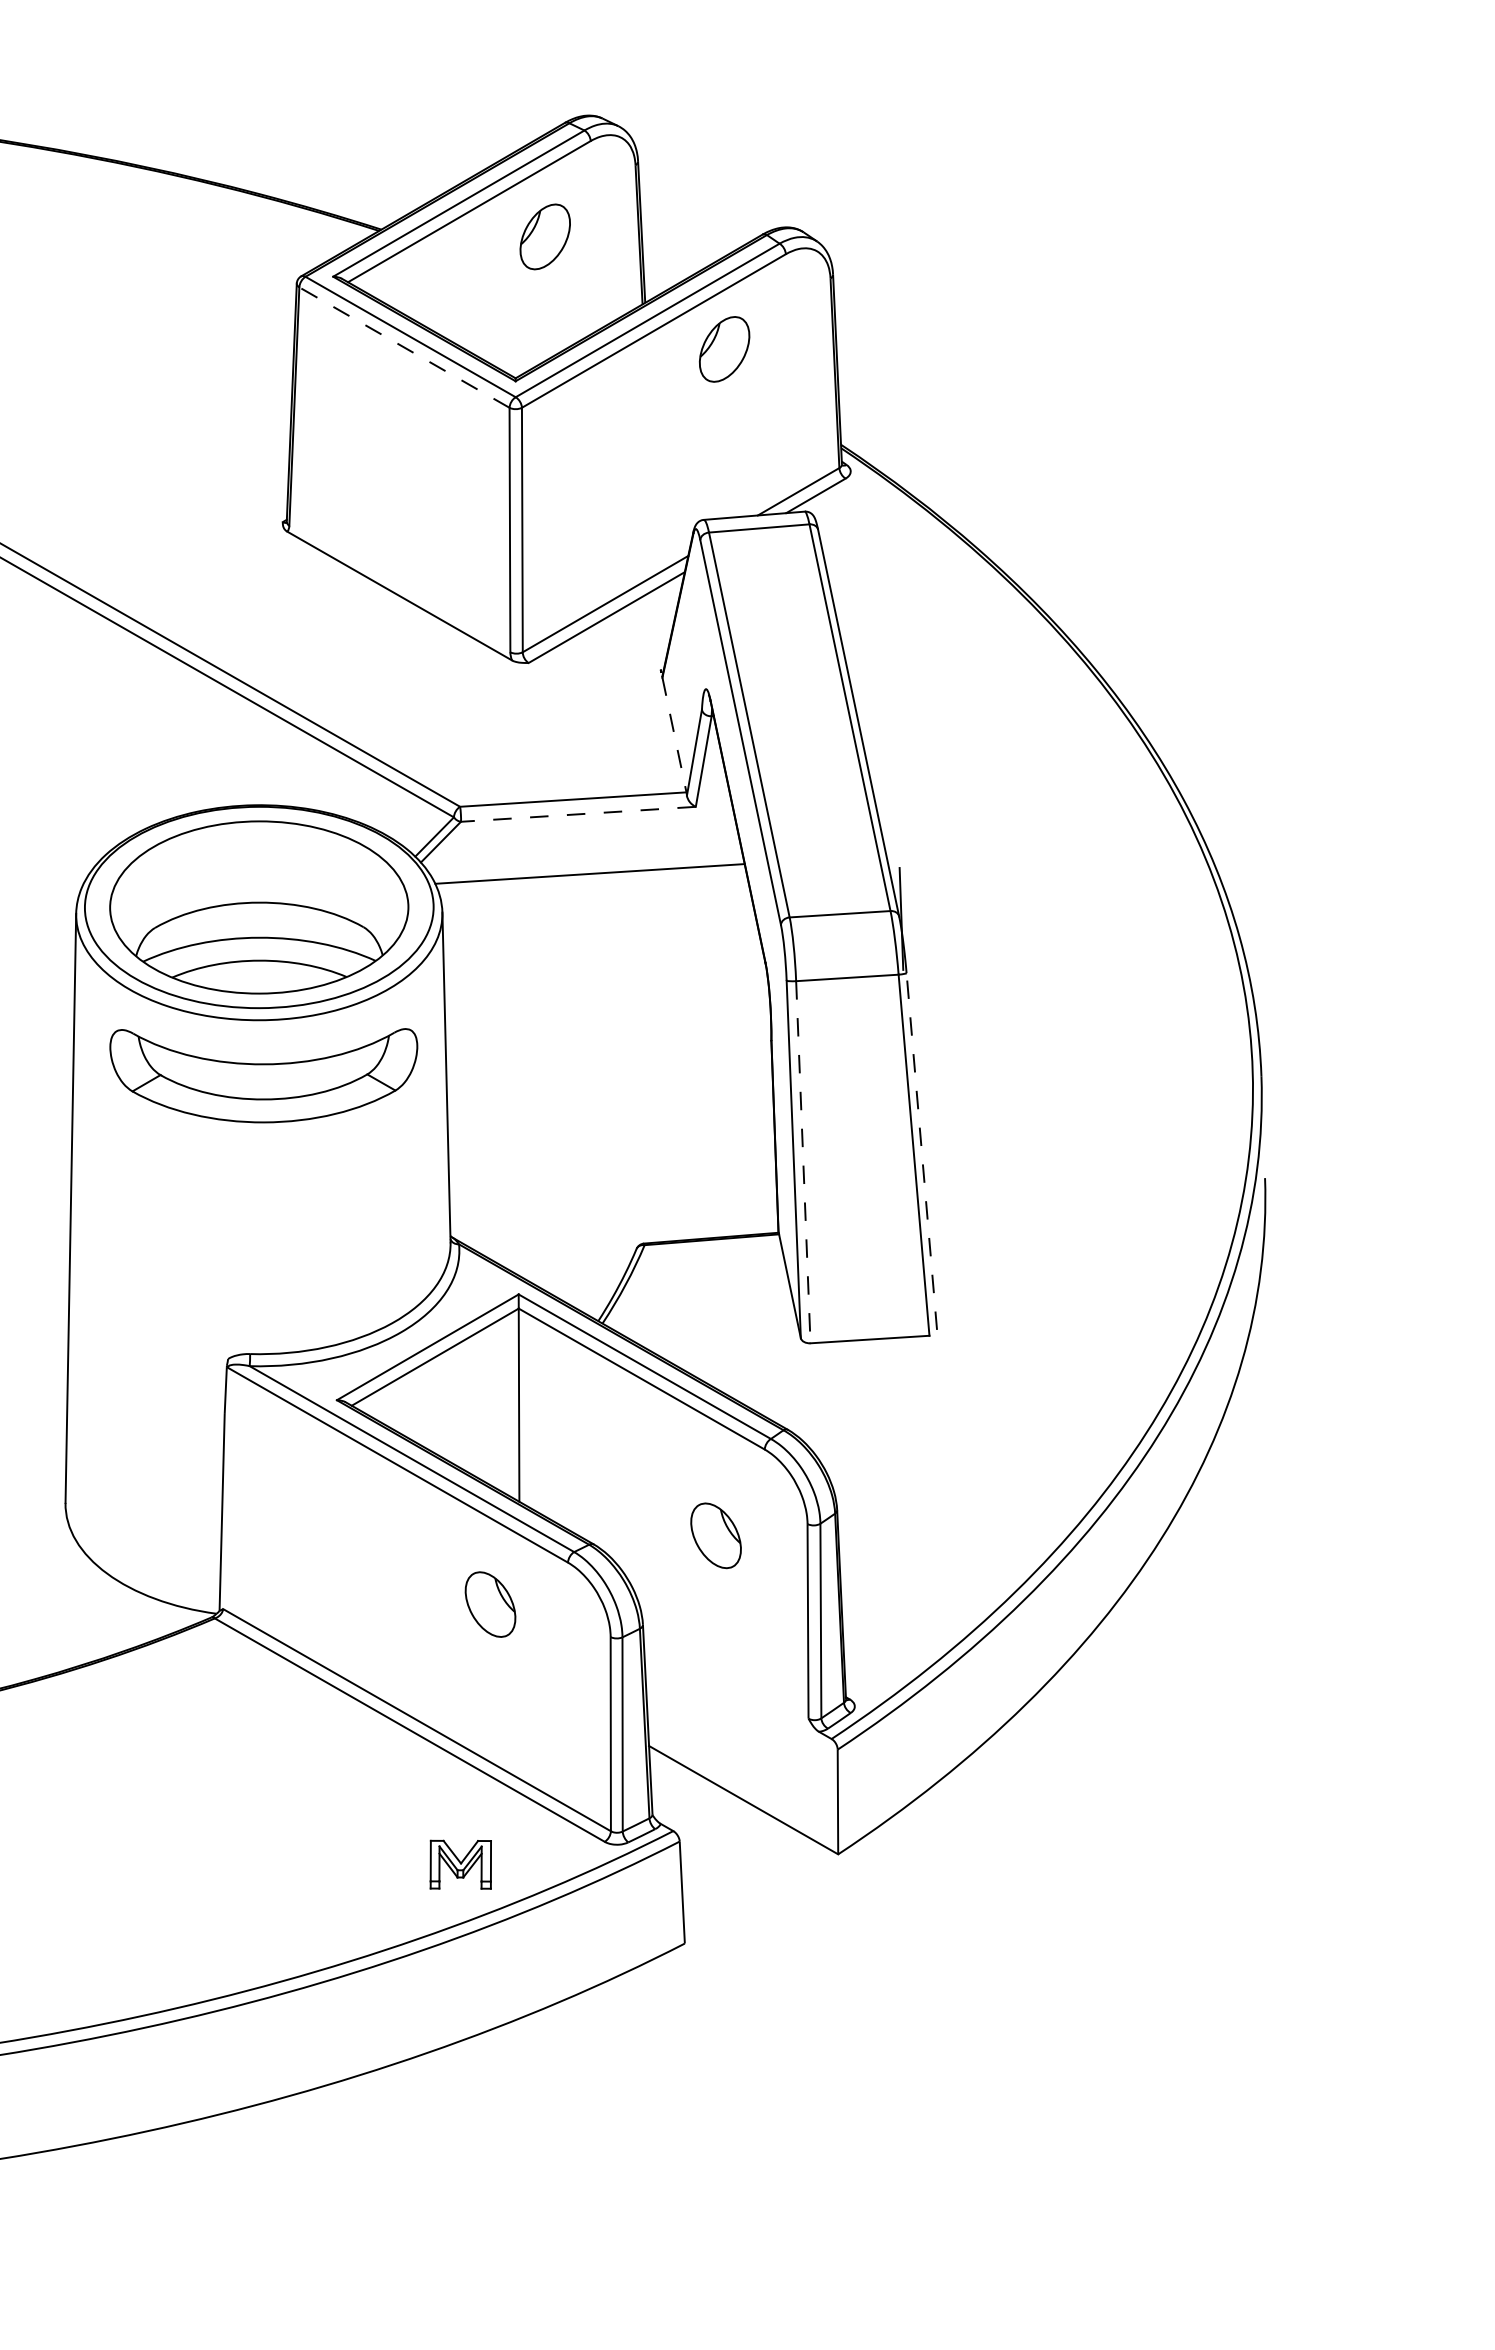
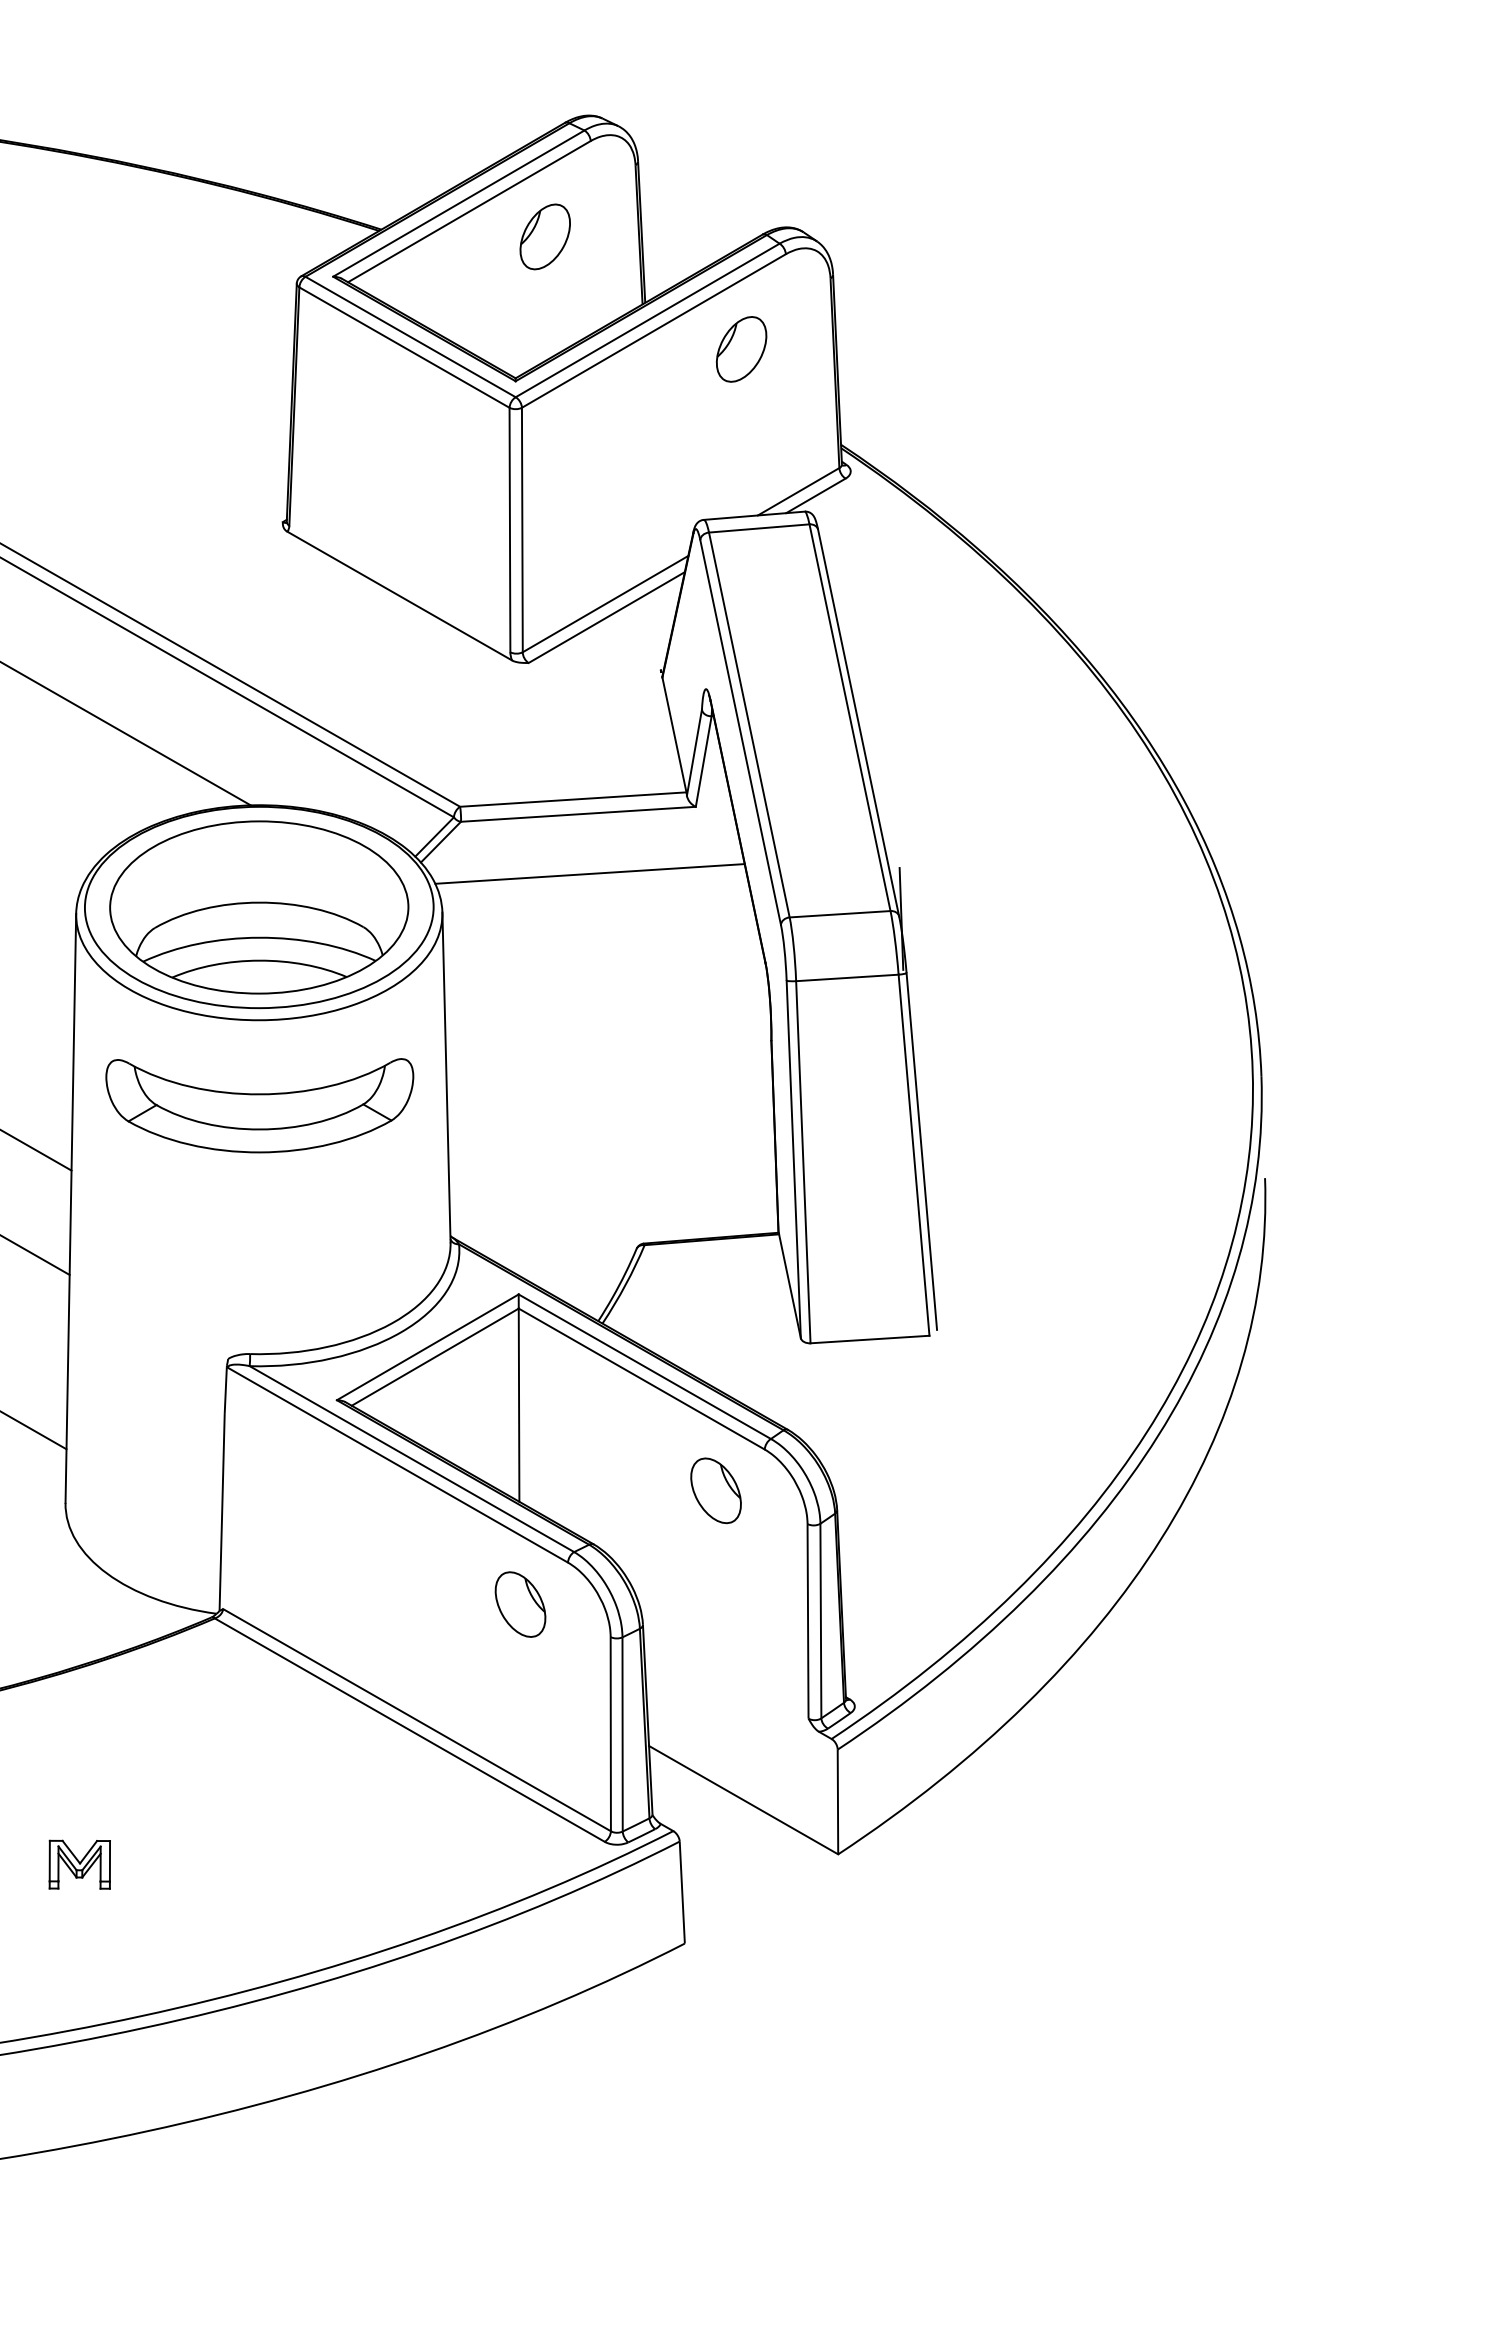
line at (404, 347): dashed -> solid
part at (724, 349) position: (724, 349) -> (741, 349)
line at (126, 734): none -> present
line at (674, 735): dashed -> solid
line at (578, 814): dashed -> solid
part at (263, 1075) position: (263, 1075) -> (259, 1105)
line at (36, 1150): none -> present
line at (921, 1151): dashed -> solid
line at (803, 1162): dashed -> solid
line at (35, 1255): none -> present
line at (34, 1430): none -> present
part at (715, 1535) position: (715, 1535) -> (715, 1490)
part at (490, 1604) position: (490, 1604) -> (520, 1604)
part at (460, 1864) position: (460, 1864) -> (79, 1864)
